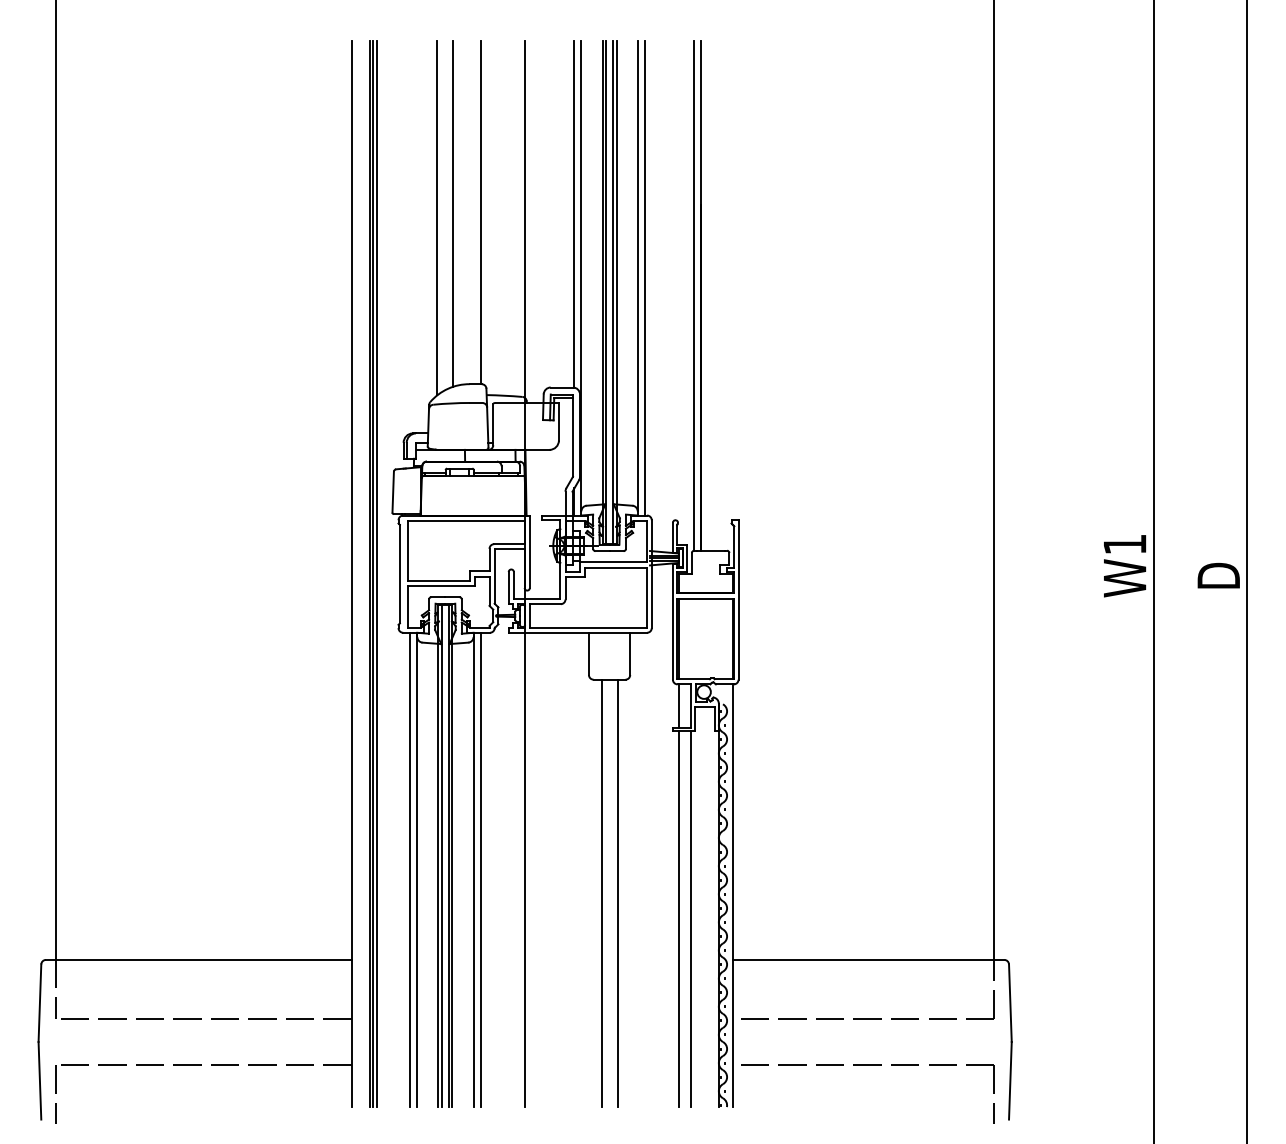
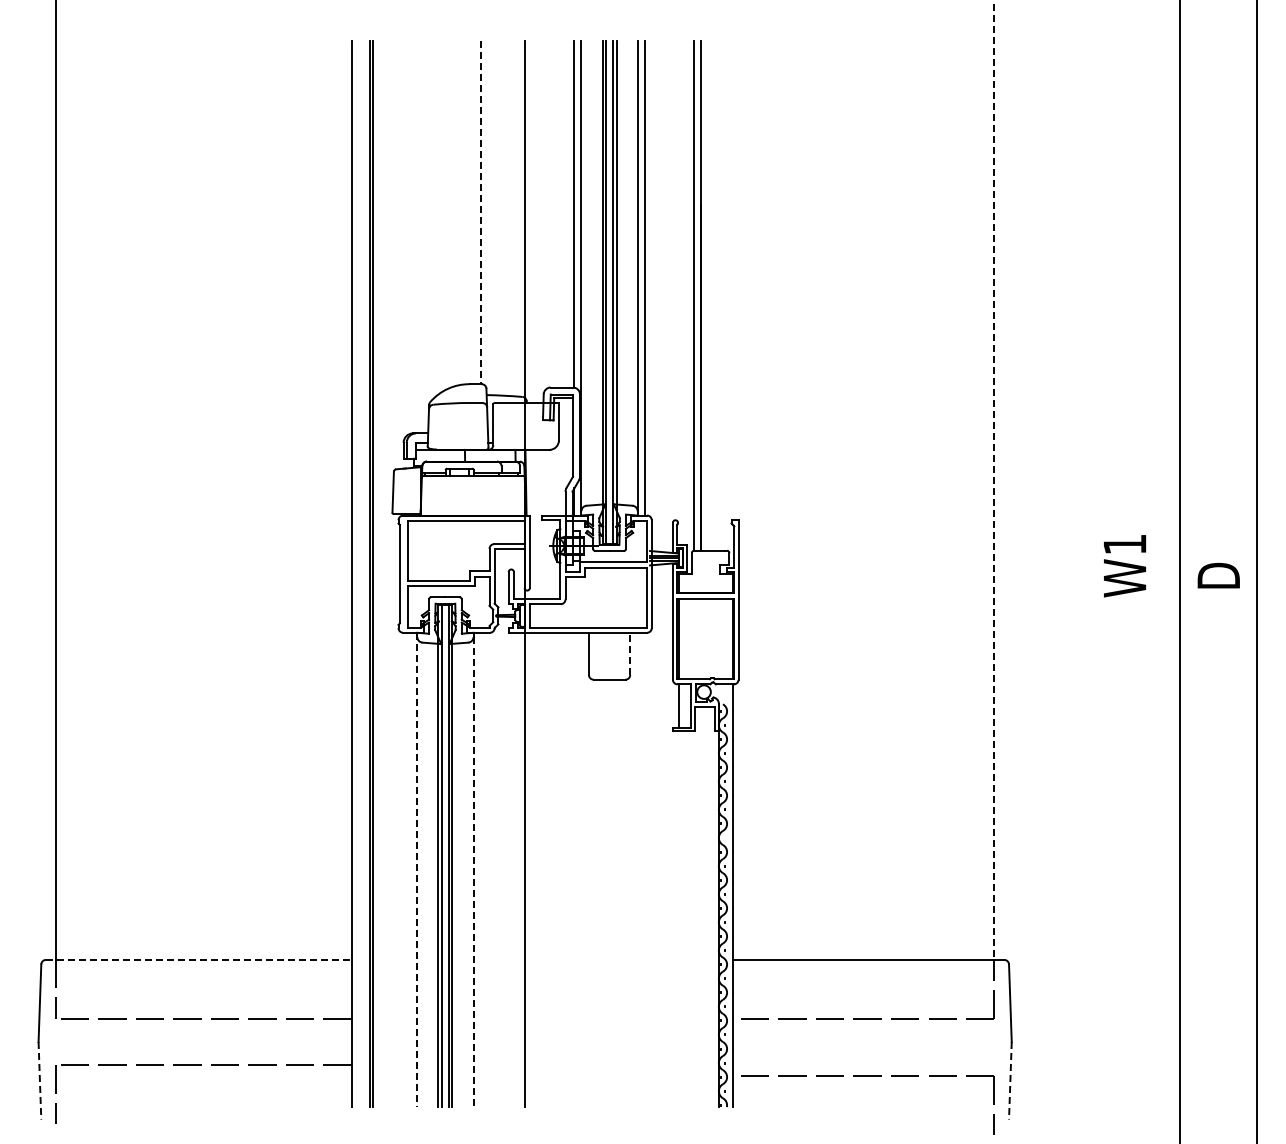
line at (453, 213): present -> none
line at (480, 213): solid -> dashed
line at (437, 218): present -> none
line at (994, 480): solid -> dashed
line at (1153, 571) position: (1153, 571) -> (1179, 571)
line at (1247, 571) position: (1247, 571) -> (1257, 571)
line at (376, 574): present -> none
line at (630, 653): solid -> dashed
line at (410, 869): present -> none
line at (480, 869): present -> none
line at (417, 870): solid -> dashed
line at (473, 872): solid -> dashed
line at (601, 893): present -> none
line at (617, 893): present -> none
line at (678, 919): present -> none
line at (691, 919): present -> none
line at (198, 959): solid -> dashed
part at (867, 1065) position: (867, 1065) -> (867, 1076)
line at (39, 1080): solid -> dashed
line at (1010, 1080): solid -> dashed
